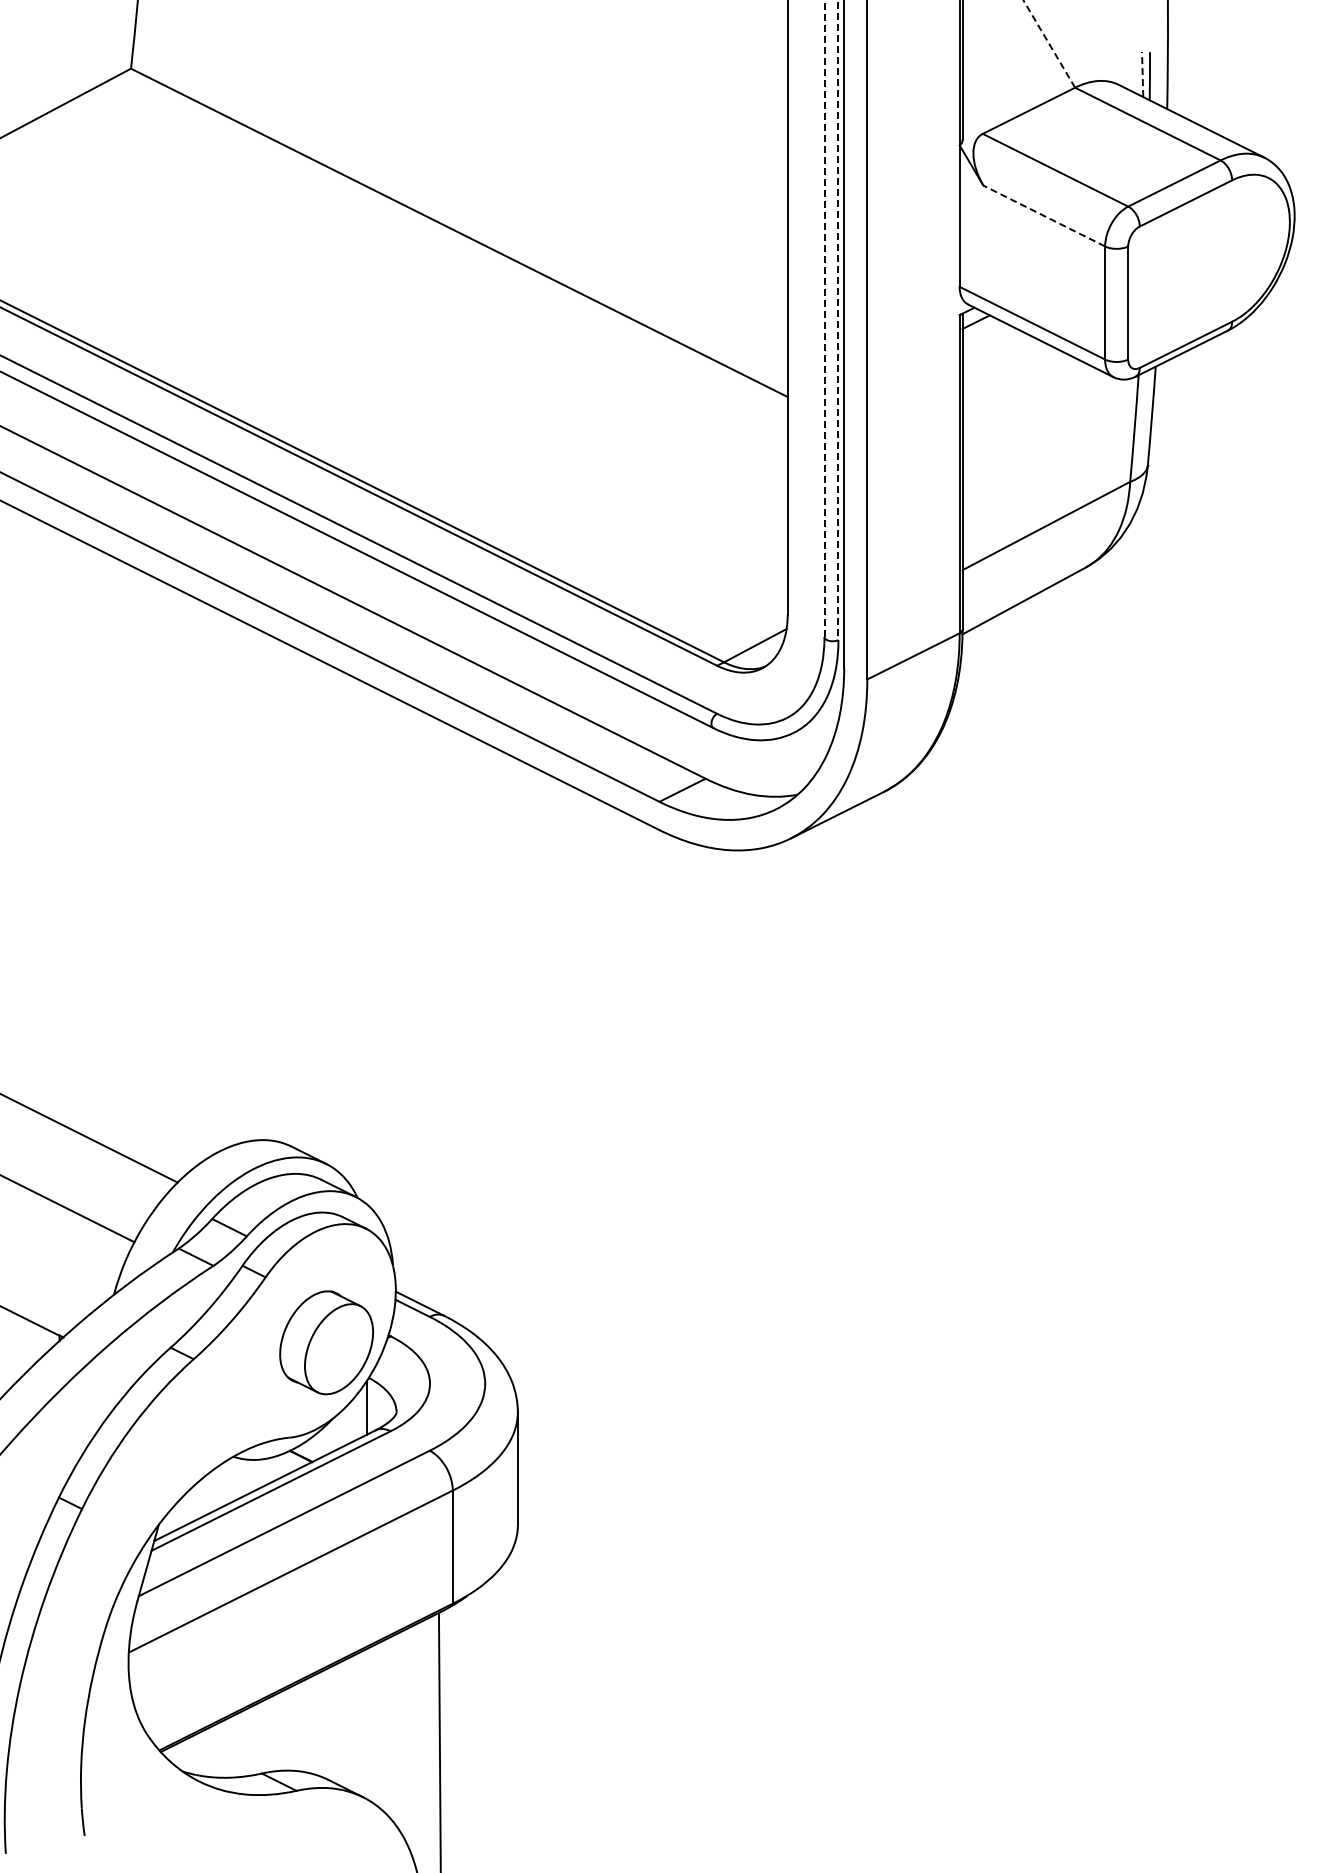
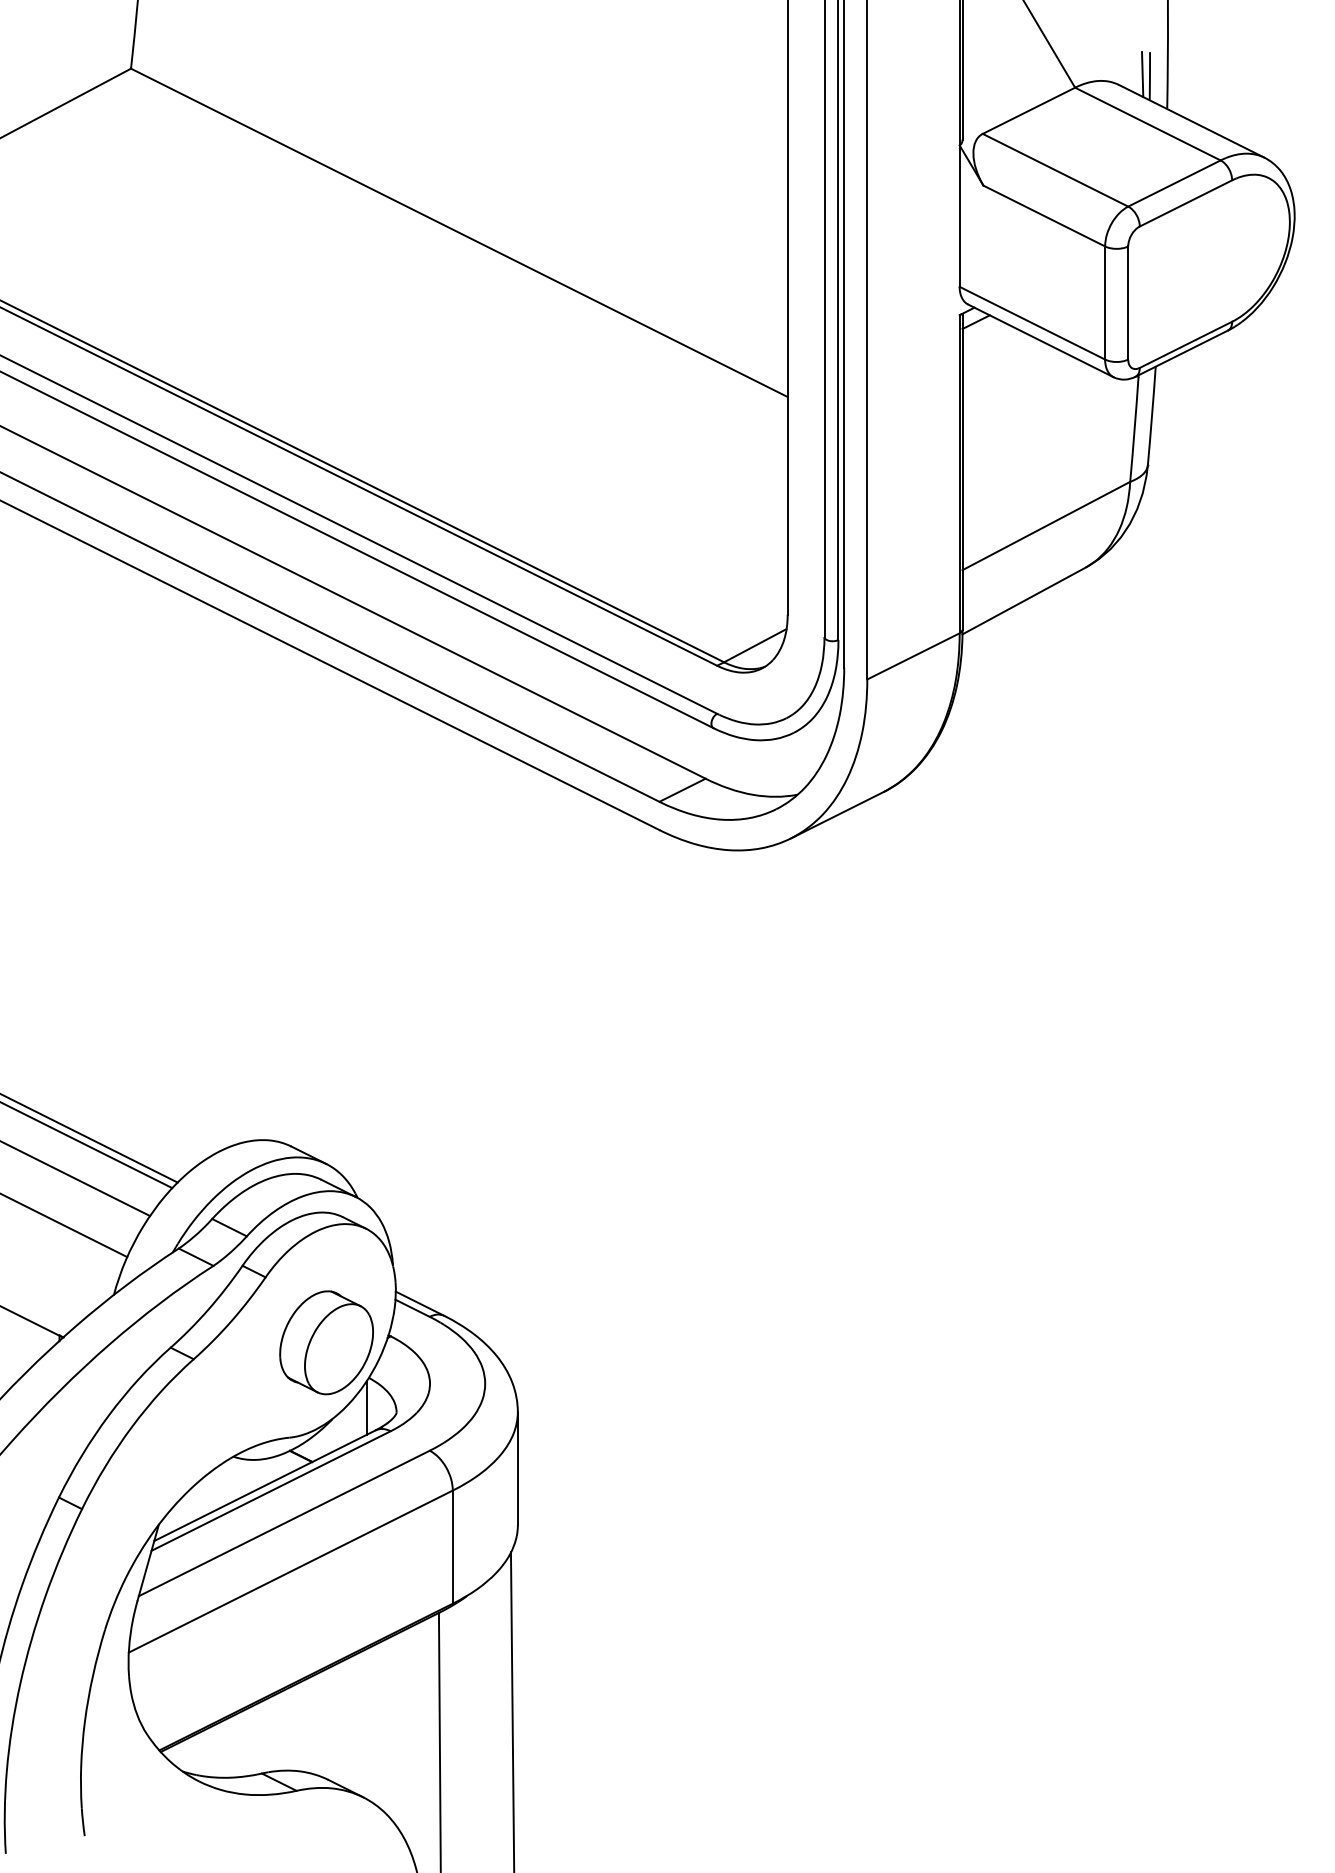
line at (1049, 43): dashed -> solid
line at (1142, 74): dashed -> solid
line at (1043, 215): dashed -> solid
line at (824, 318): dashed -> solid
line at (838, 320): dashed -> solid
line at (87, 1145): none -> present
line at (76, 1179): none -> present
line at (68, 1209) position: (68, 1209) -> (64, 1225)
line at (512, 1710): none -> present
